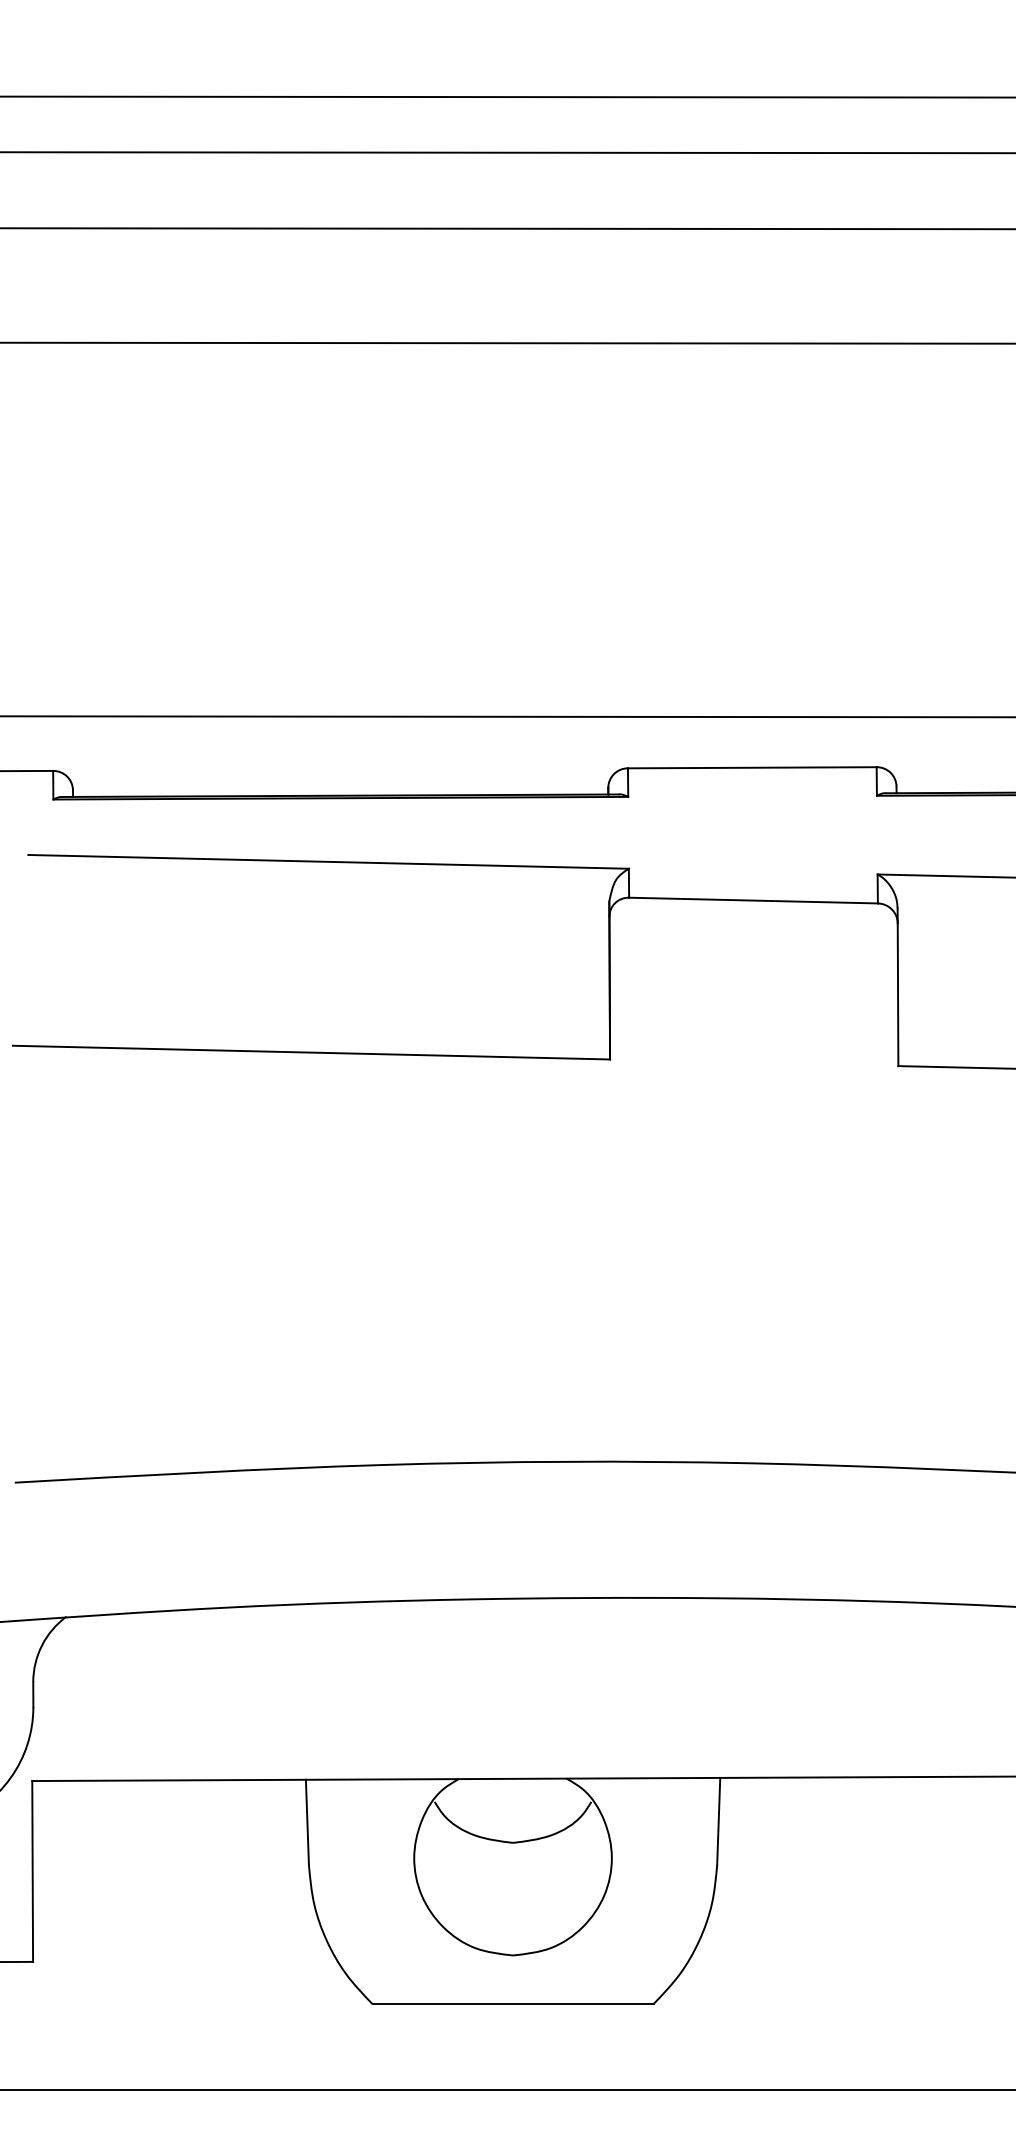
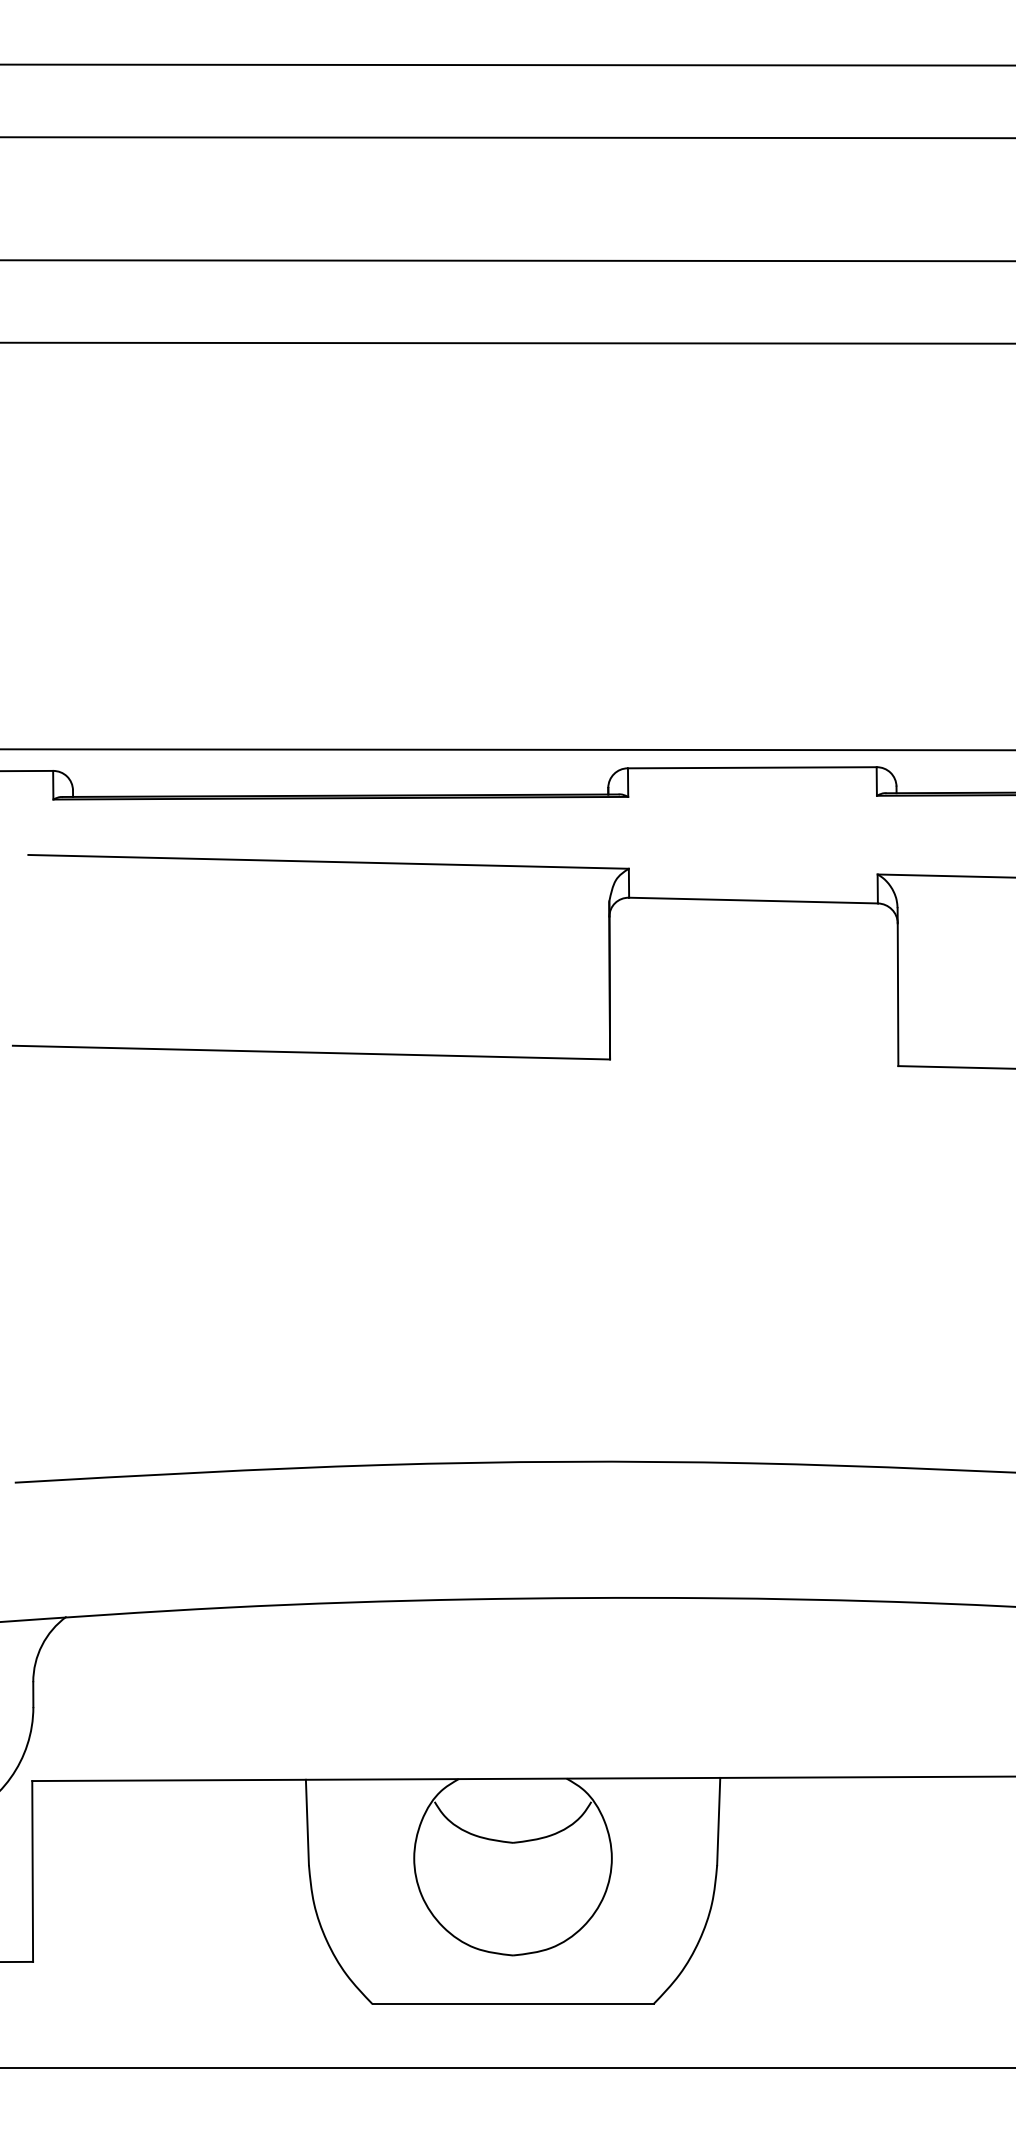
line at (507, 96) position: (507, 96) -> (507, 64)
line at (507, 152) position: (507, 152) -> (507, 137)
line at (507, 228) position: (507, 228) -> (507, 260)
line at (507, 716) position: (507, 716) -> (507, 749)
line at (507, 2090) position: (507, 2090) -> (507, 2068)
